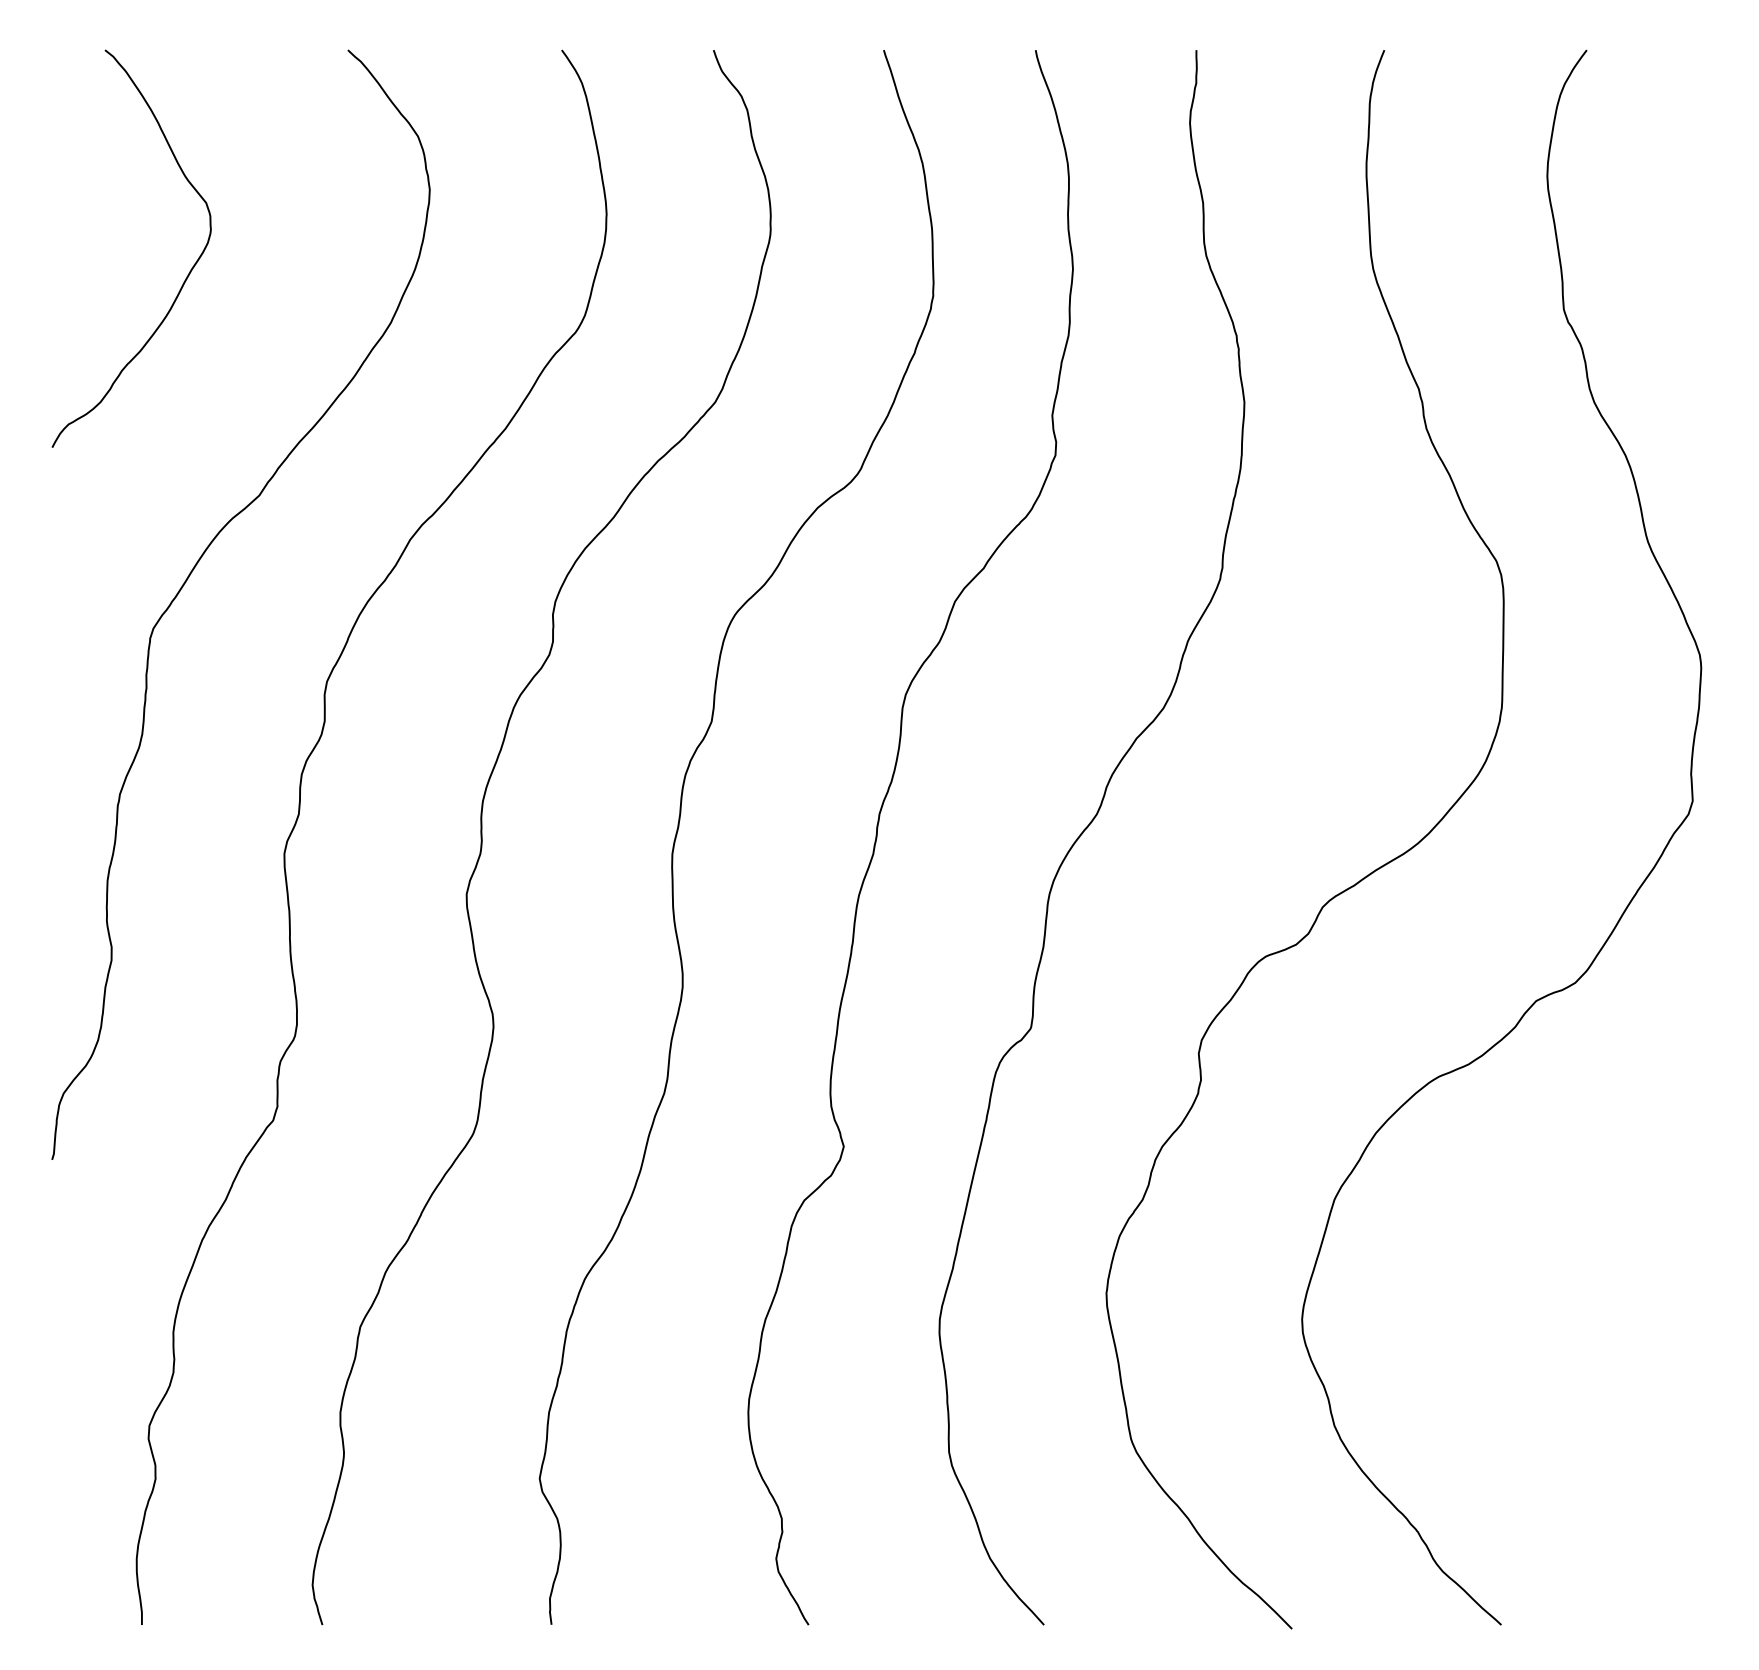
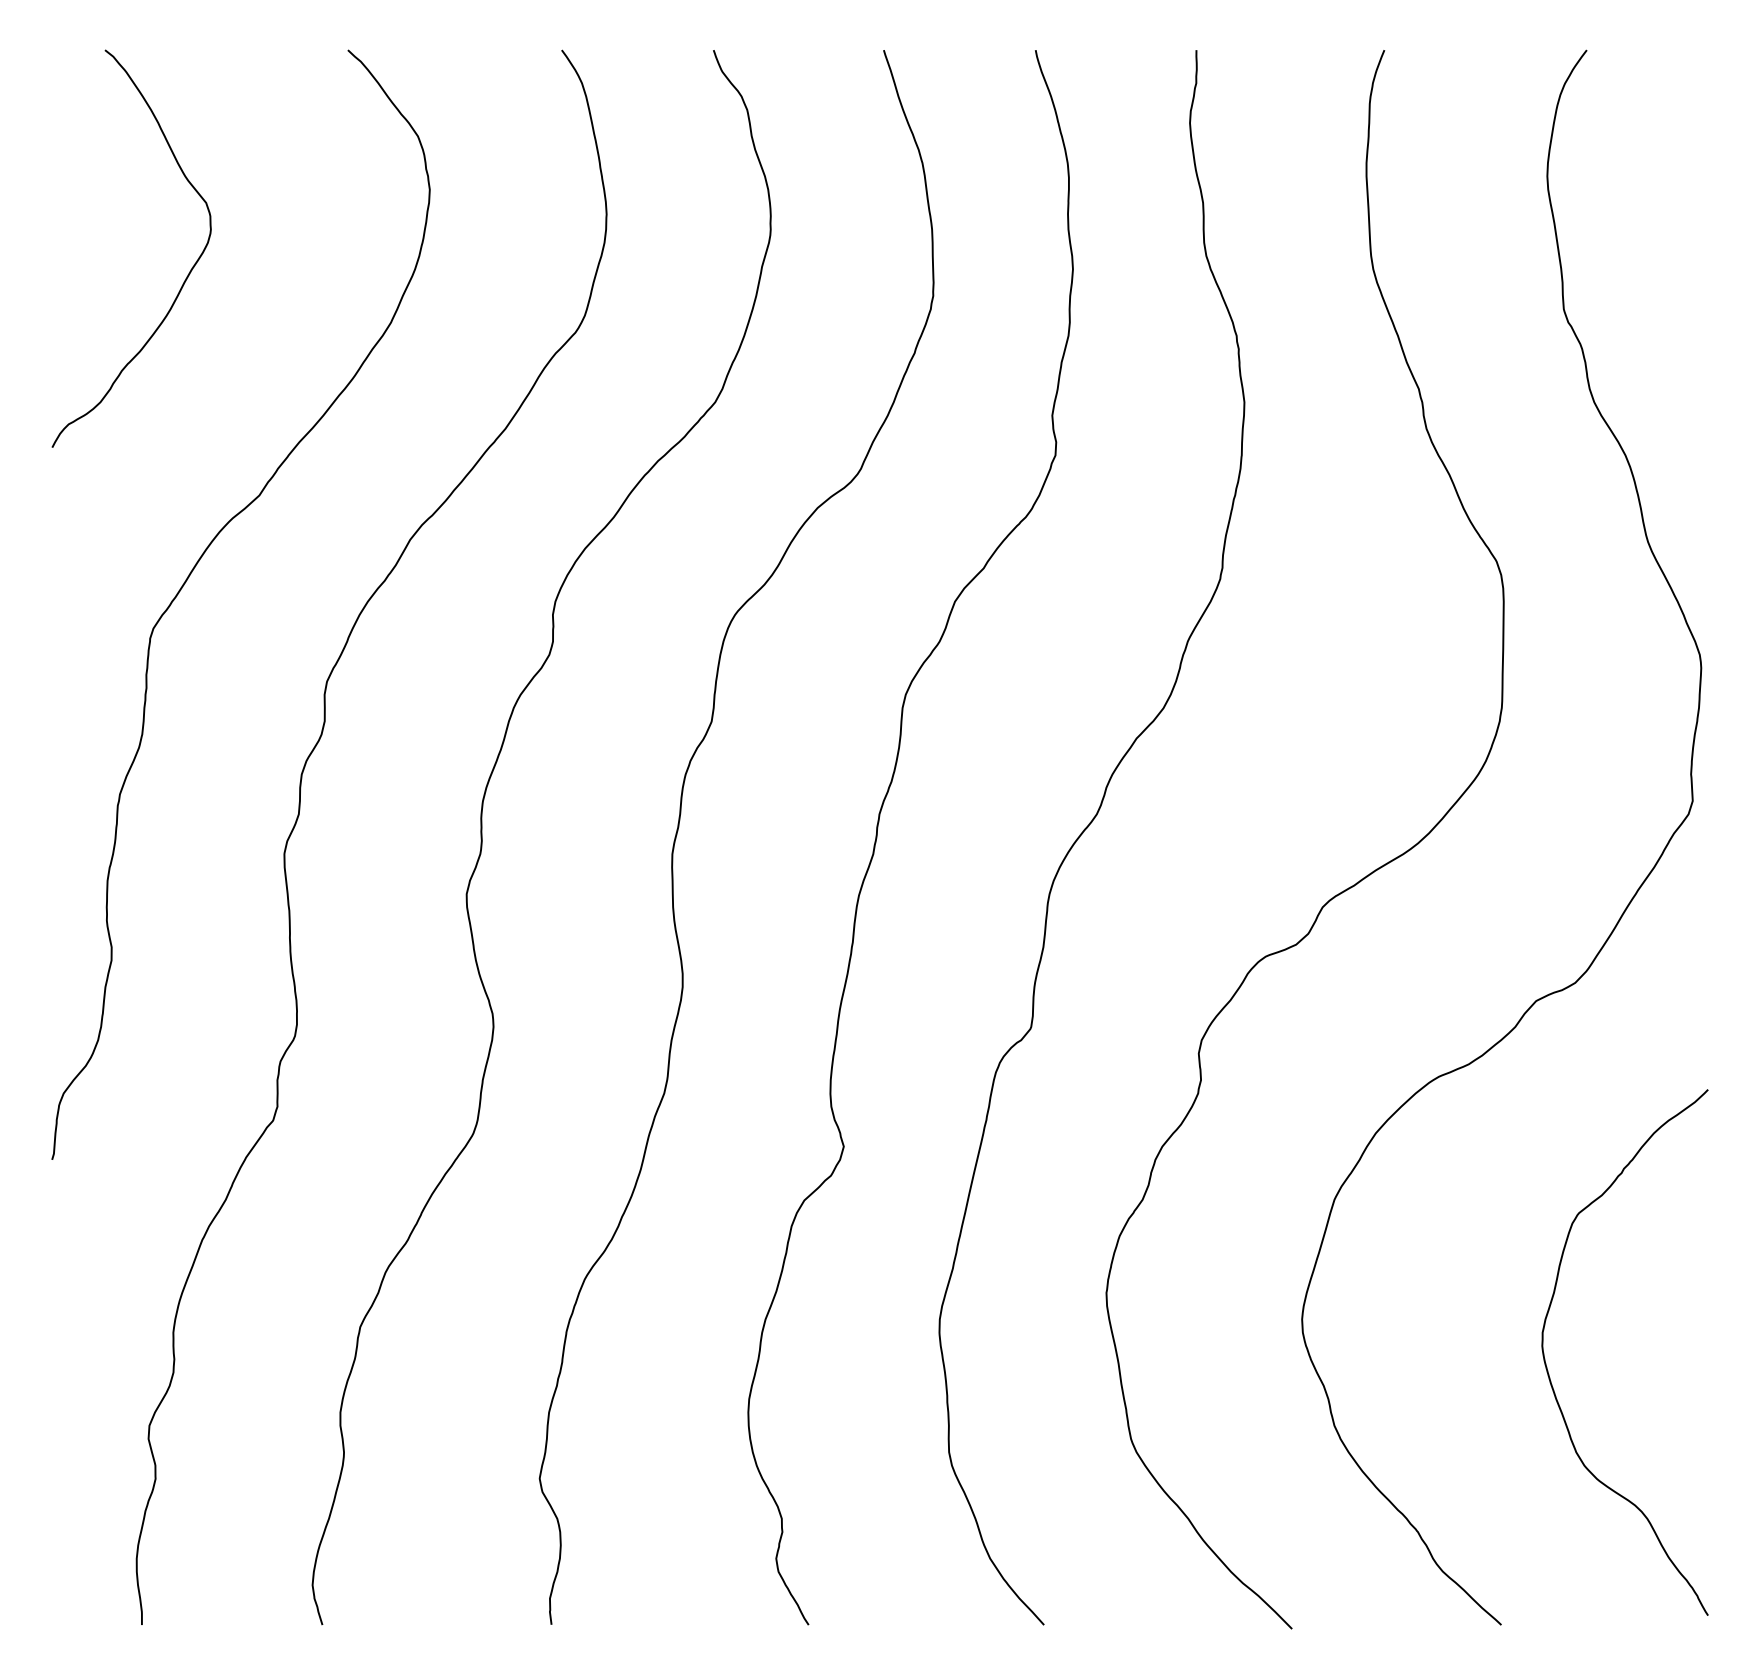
curve at (1548, 1370): none -> present
